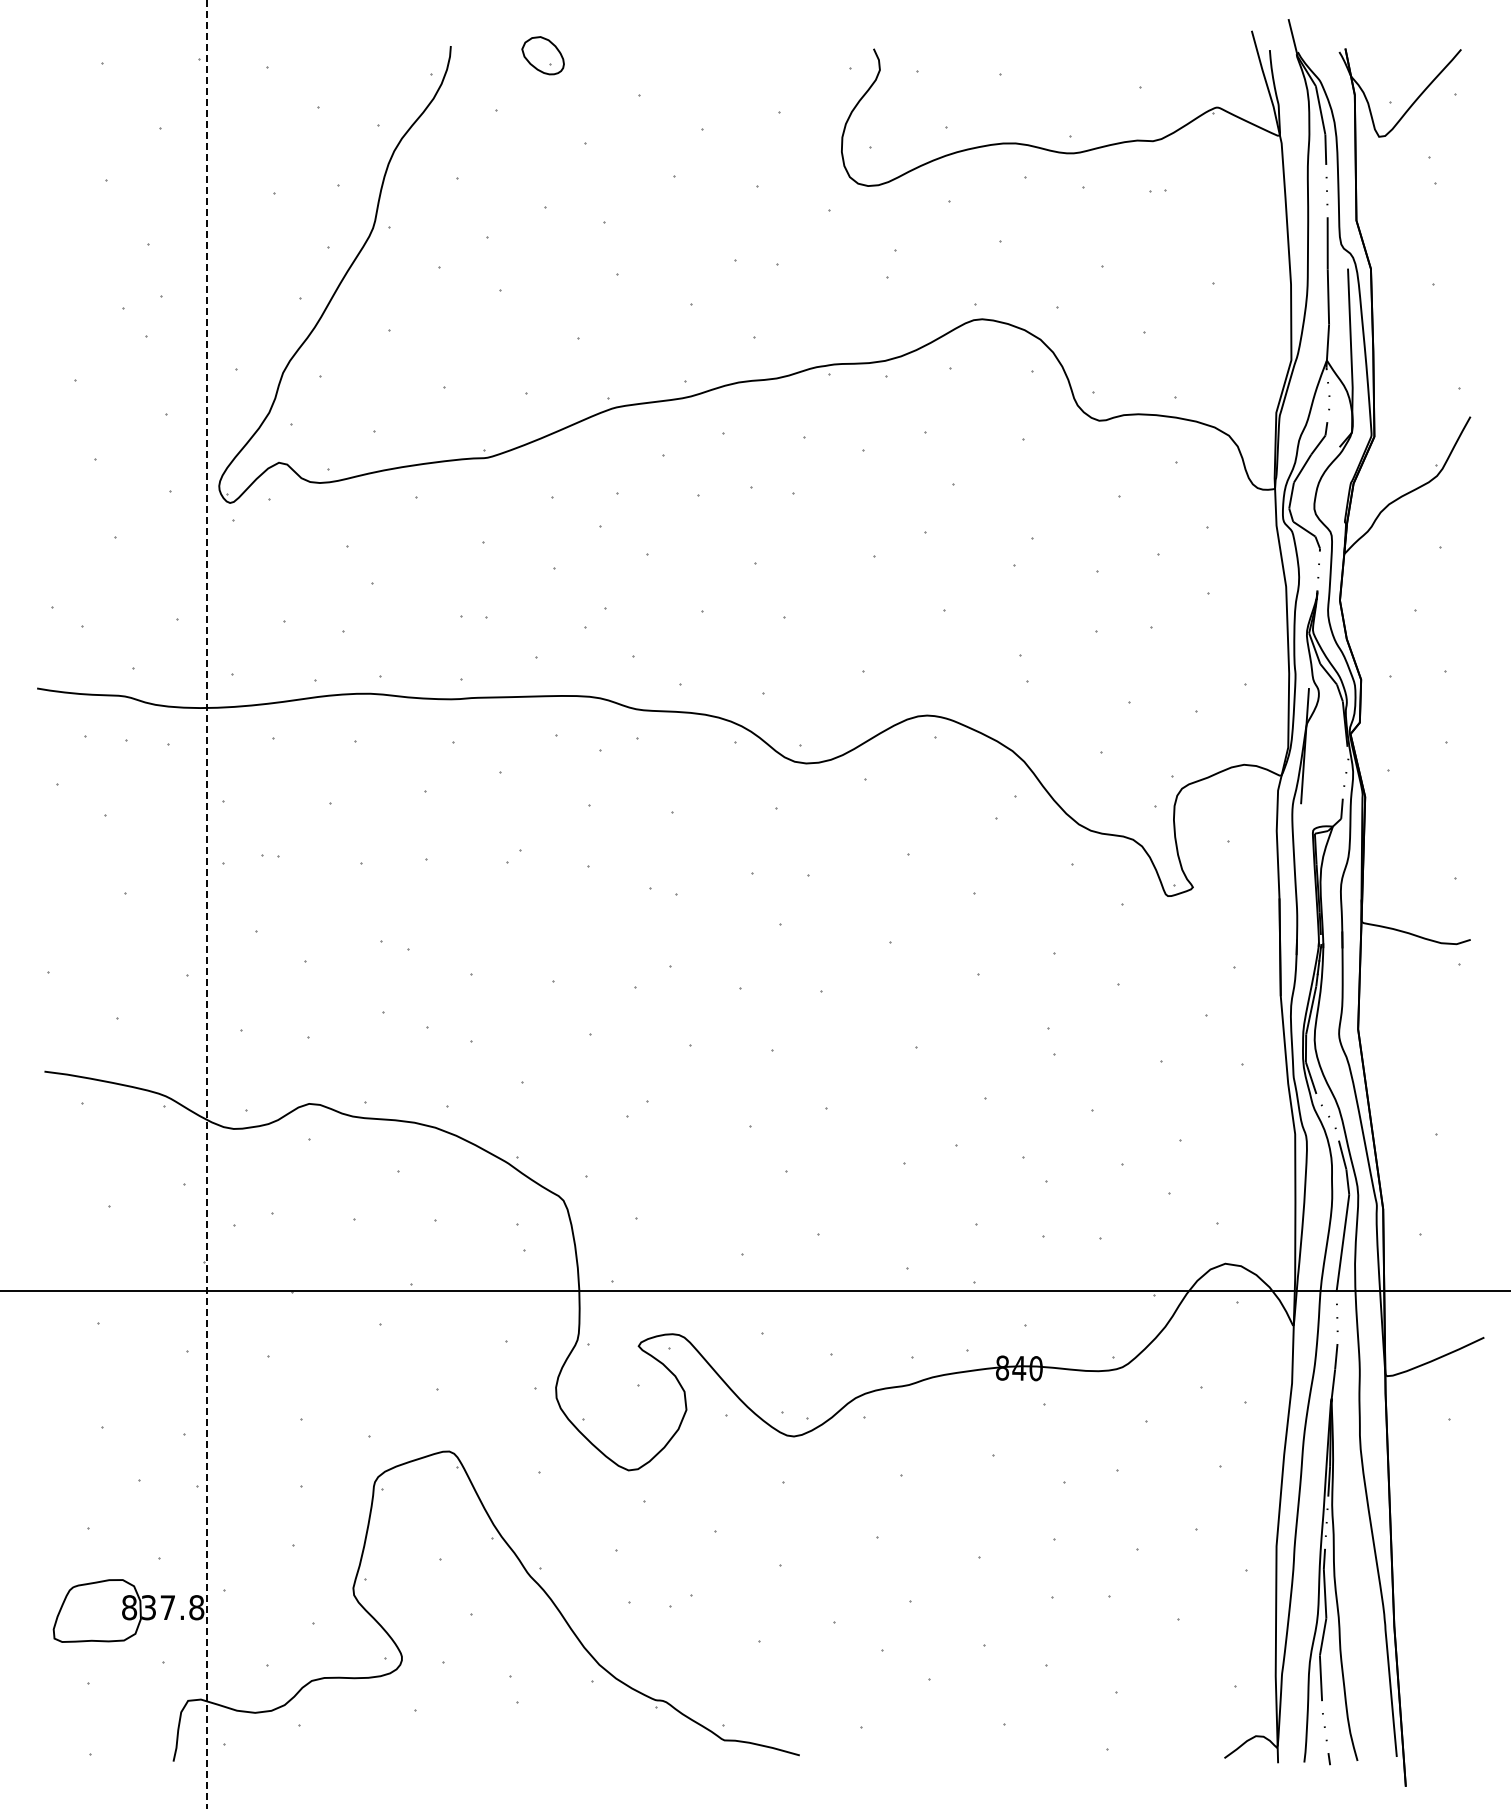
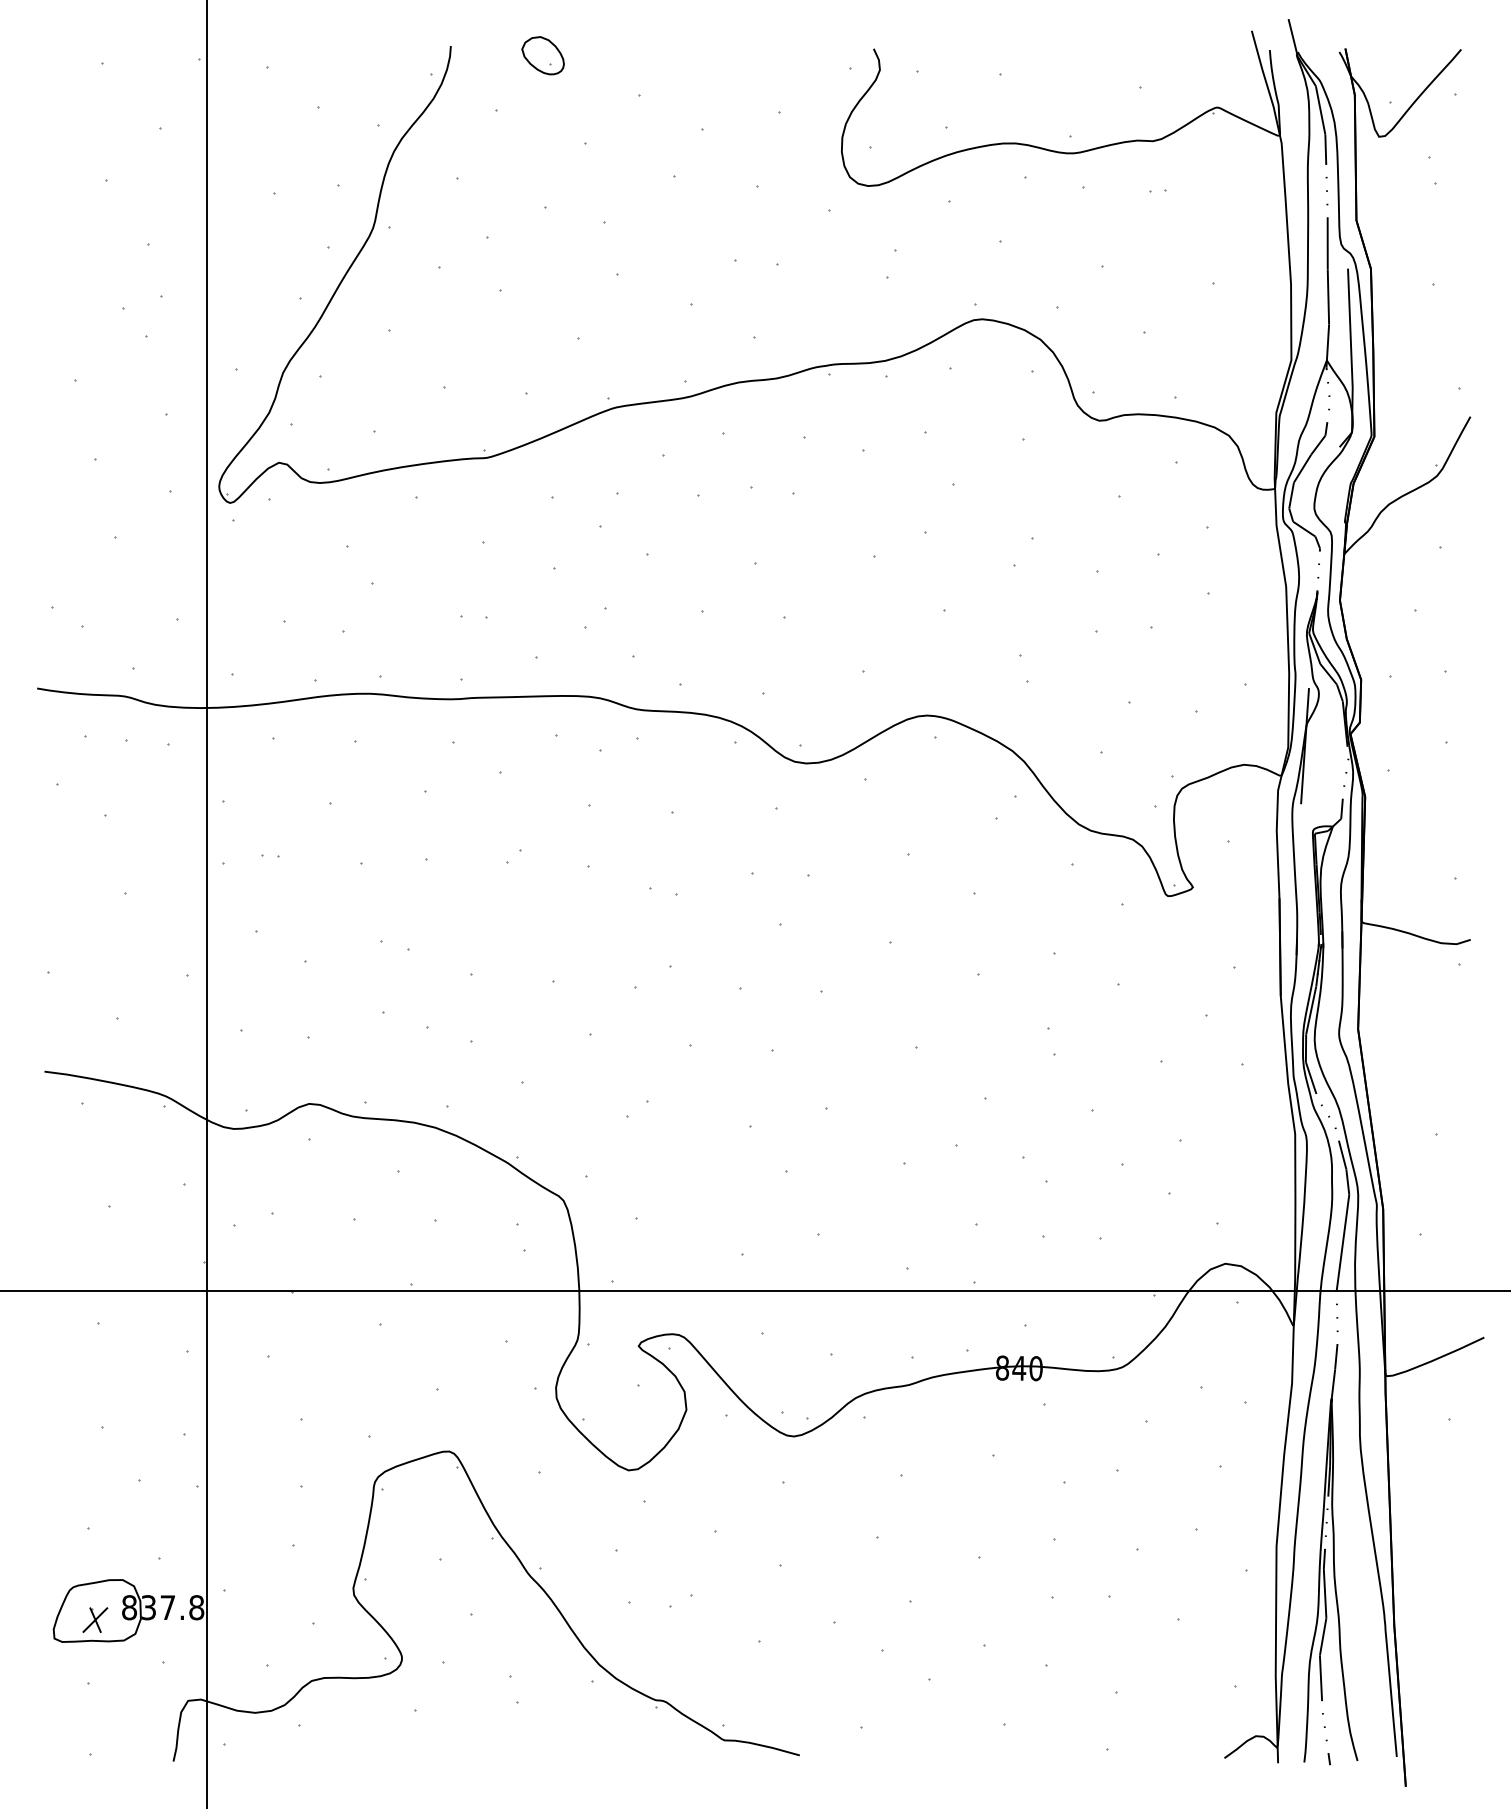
line at (206, 905): dashed -> solid
part at (95, 1619): none -> present
